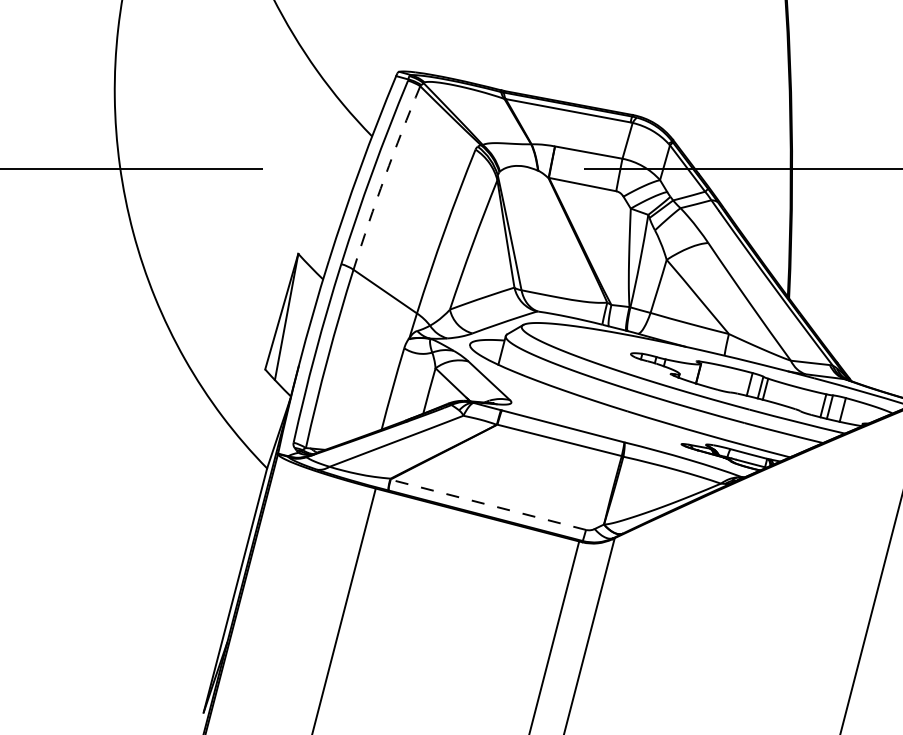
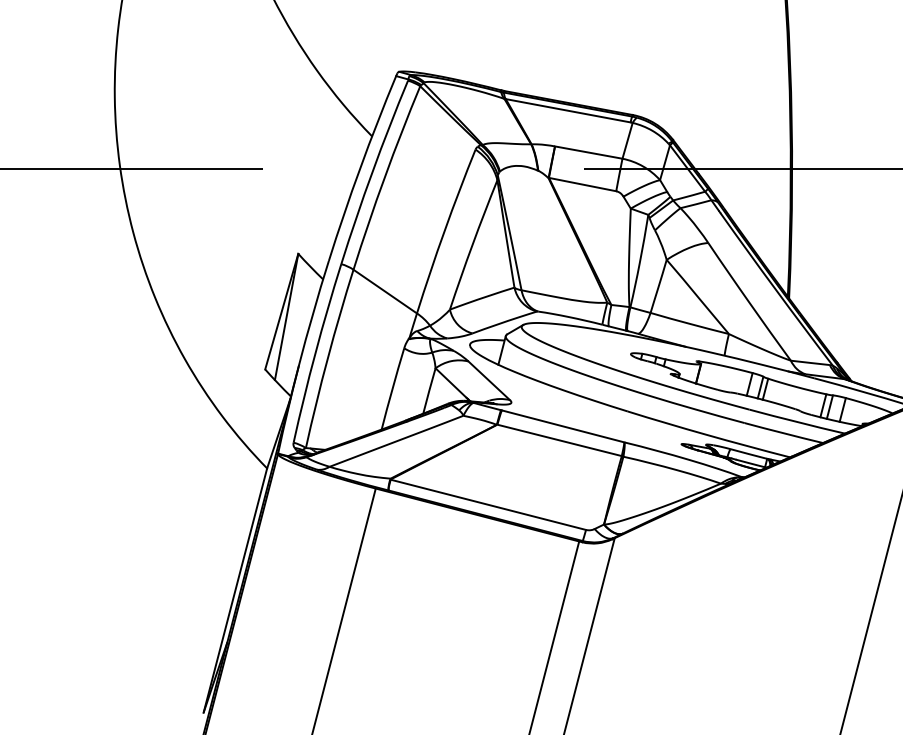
arc at (384, 177): dashed -> solid
line at (488, 504): dashed -> solid
